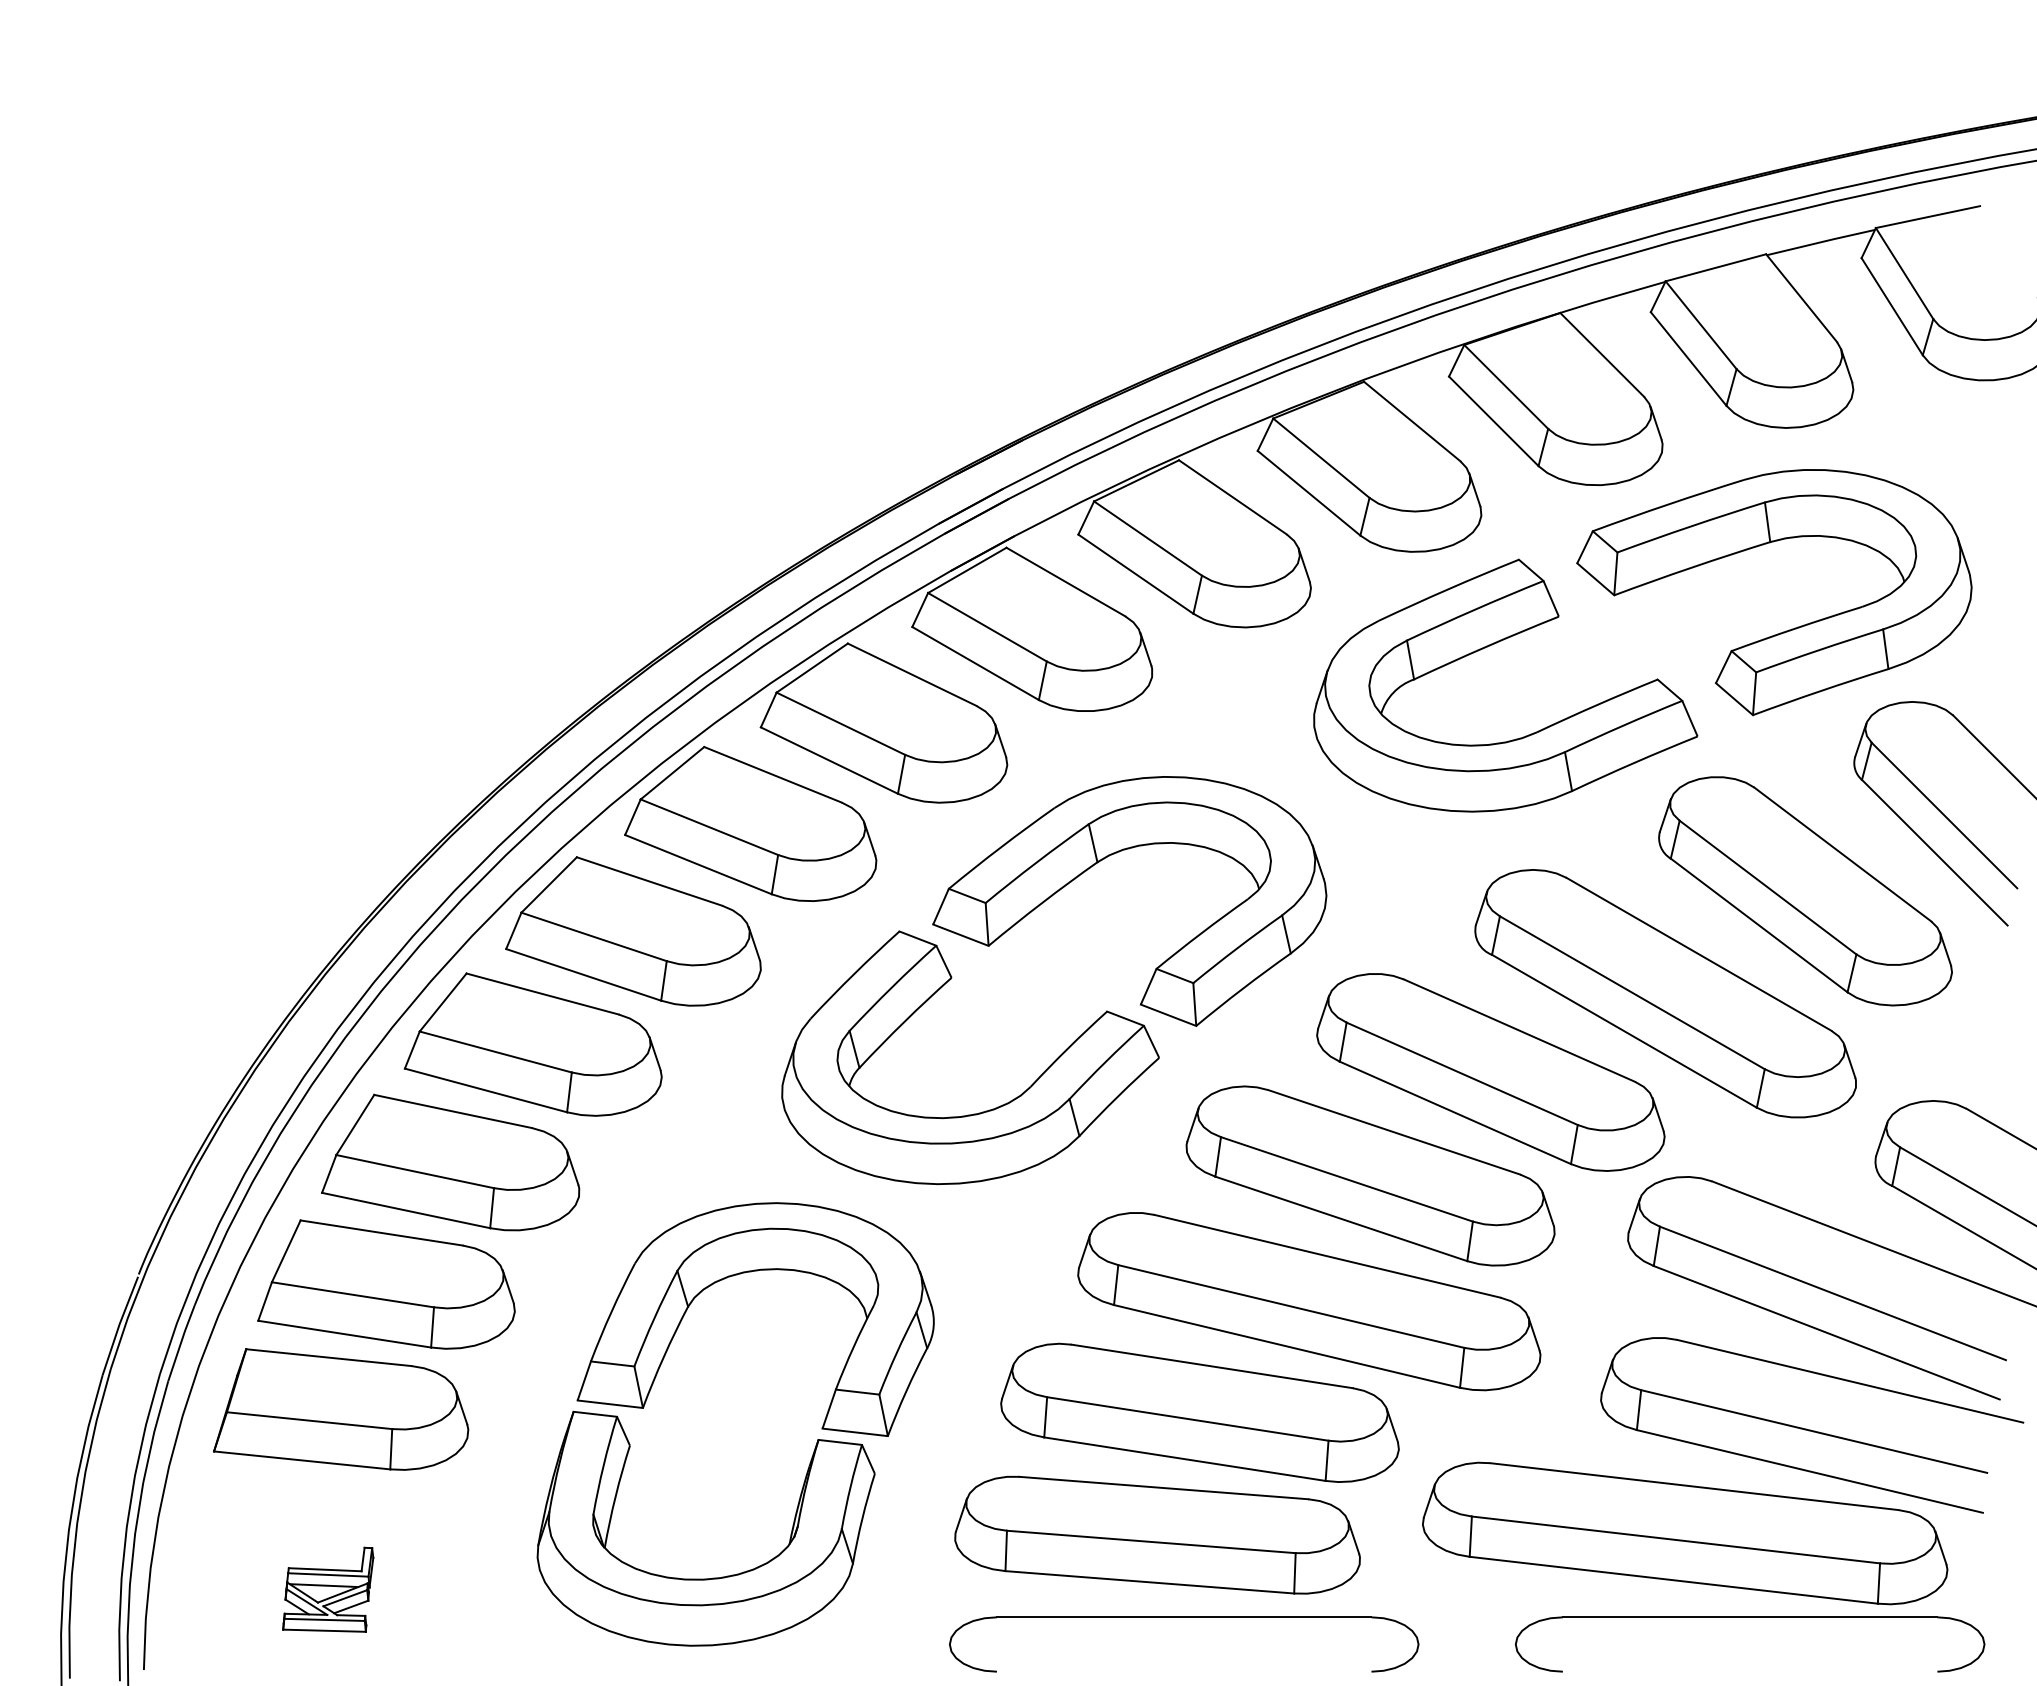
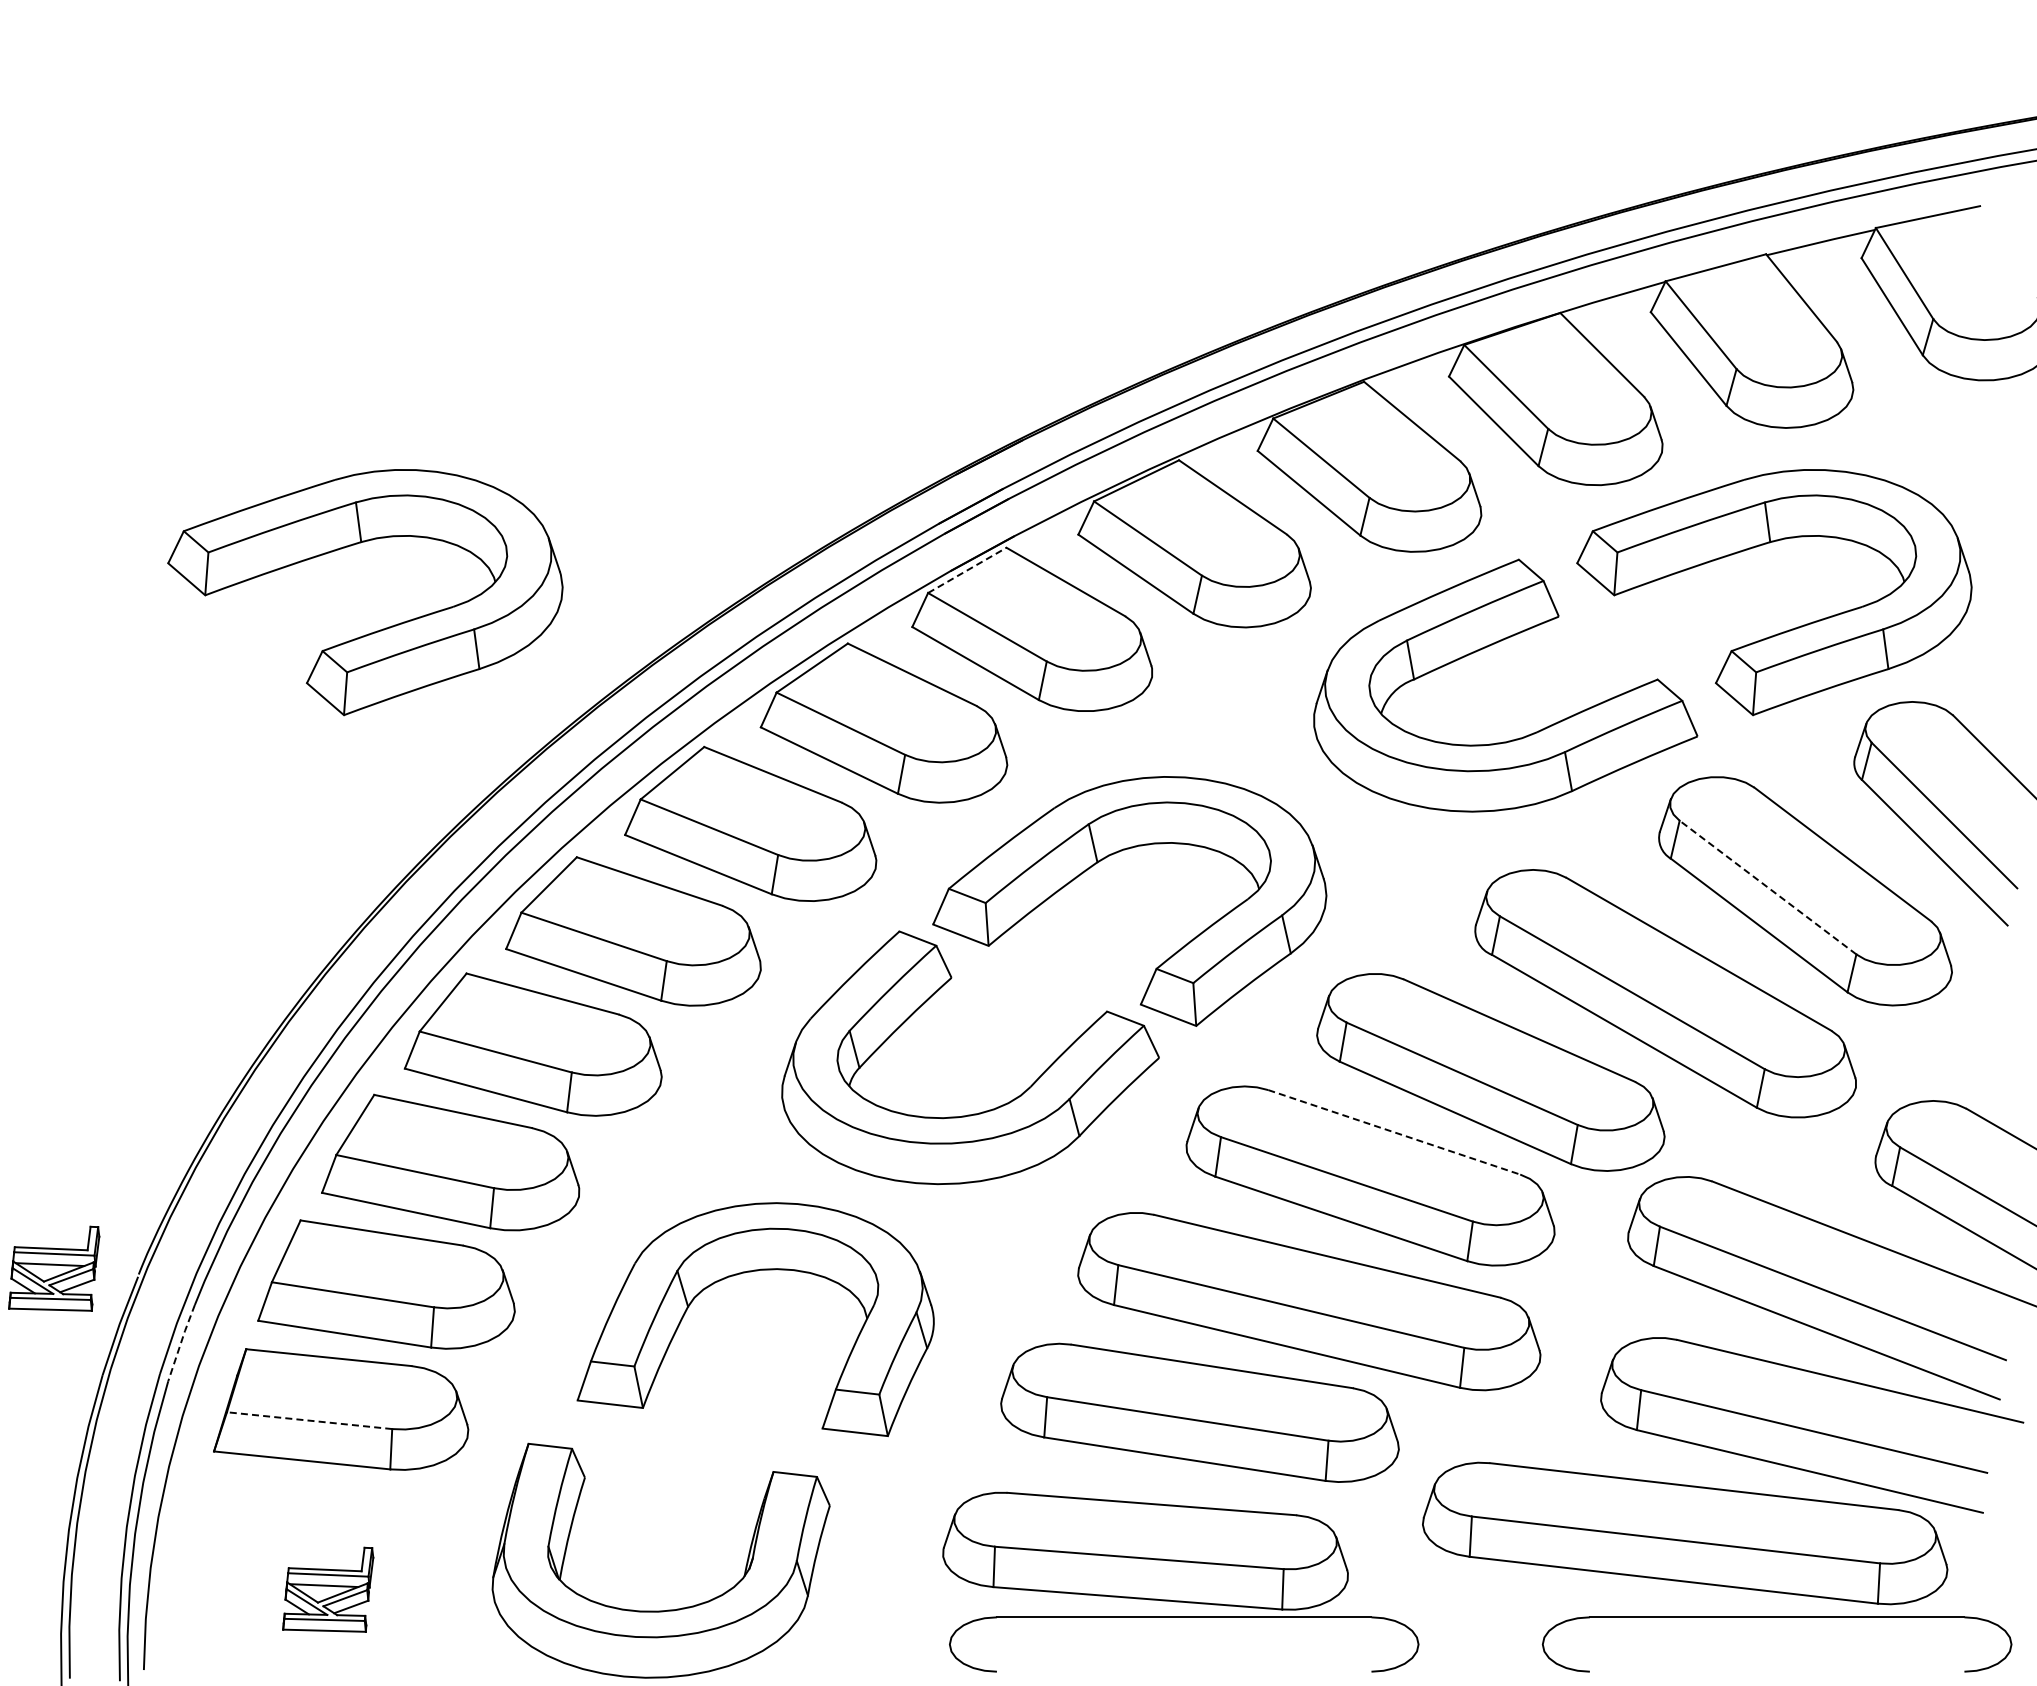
line at (967, 570): solid -> dashed
part at (377, 630): none -> present
line at (1768, 887): solid -> dashed
line at (1394, 1132): solid -> dashed
part at (54, 1268): none -> present
line at (180, 1343): solid -> dashed
line at (309, 1420): solid -> dashed
part at (1157, 1534) position: (1157, 1534) -> (1145, 1550)
part at (712, 1577) position: (712, 1577) -> (667, 1609)
part at (1749, 1617) position: (1749, 1617) -> (1776, 1617)
